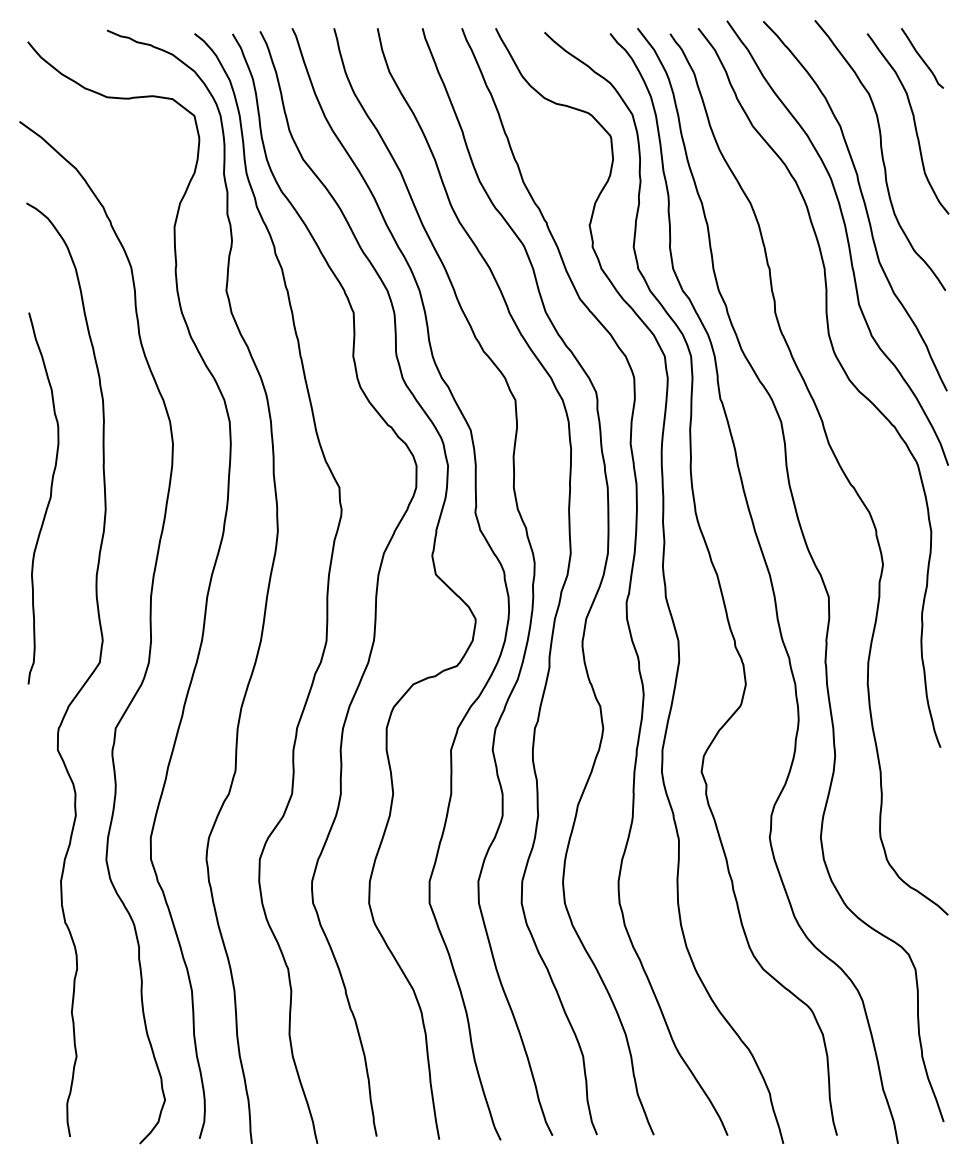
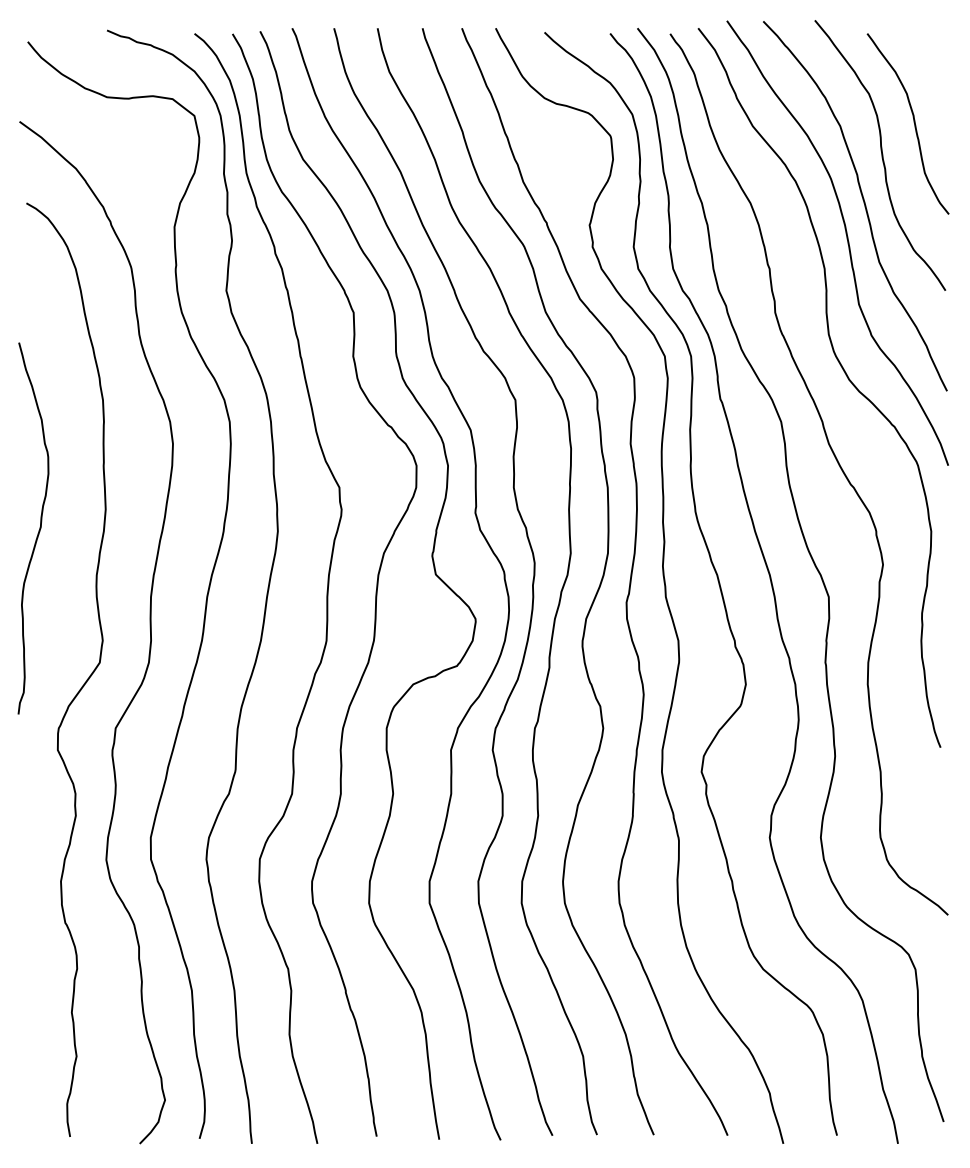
curve at (922, 58): present -> none
curve at (48, 500) position: (48, 500) -> (38, 530)
